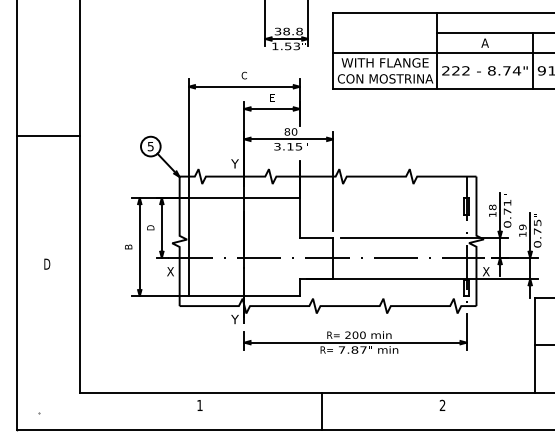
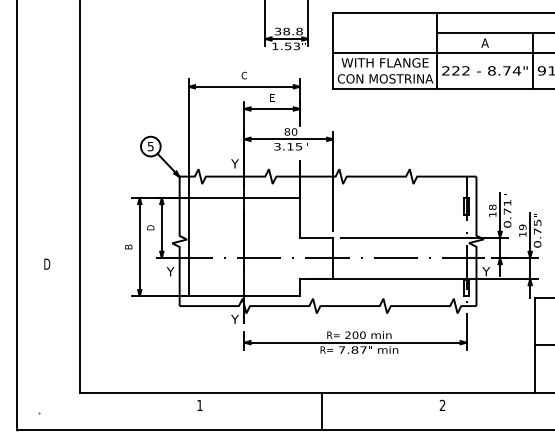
line at (47, 135): present -> none
text at (170, 271): X -> Y
text at (485, 271): X -> Y
